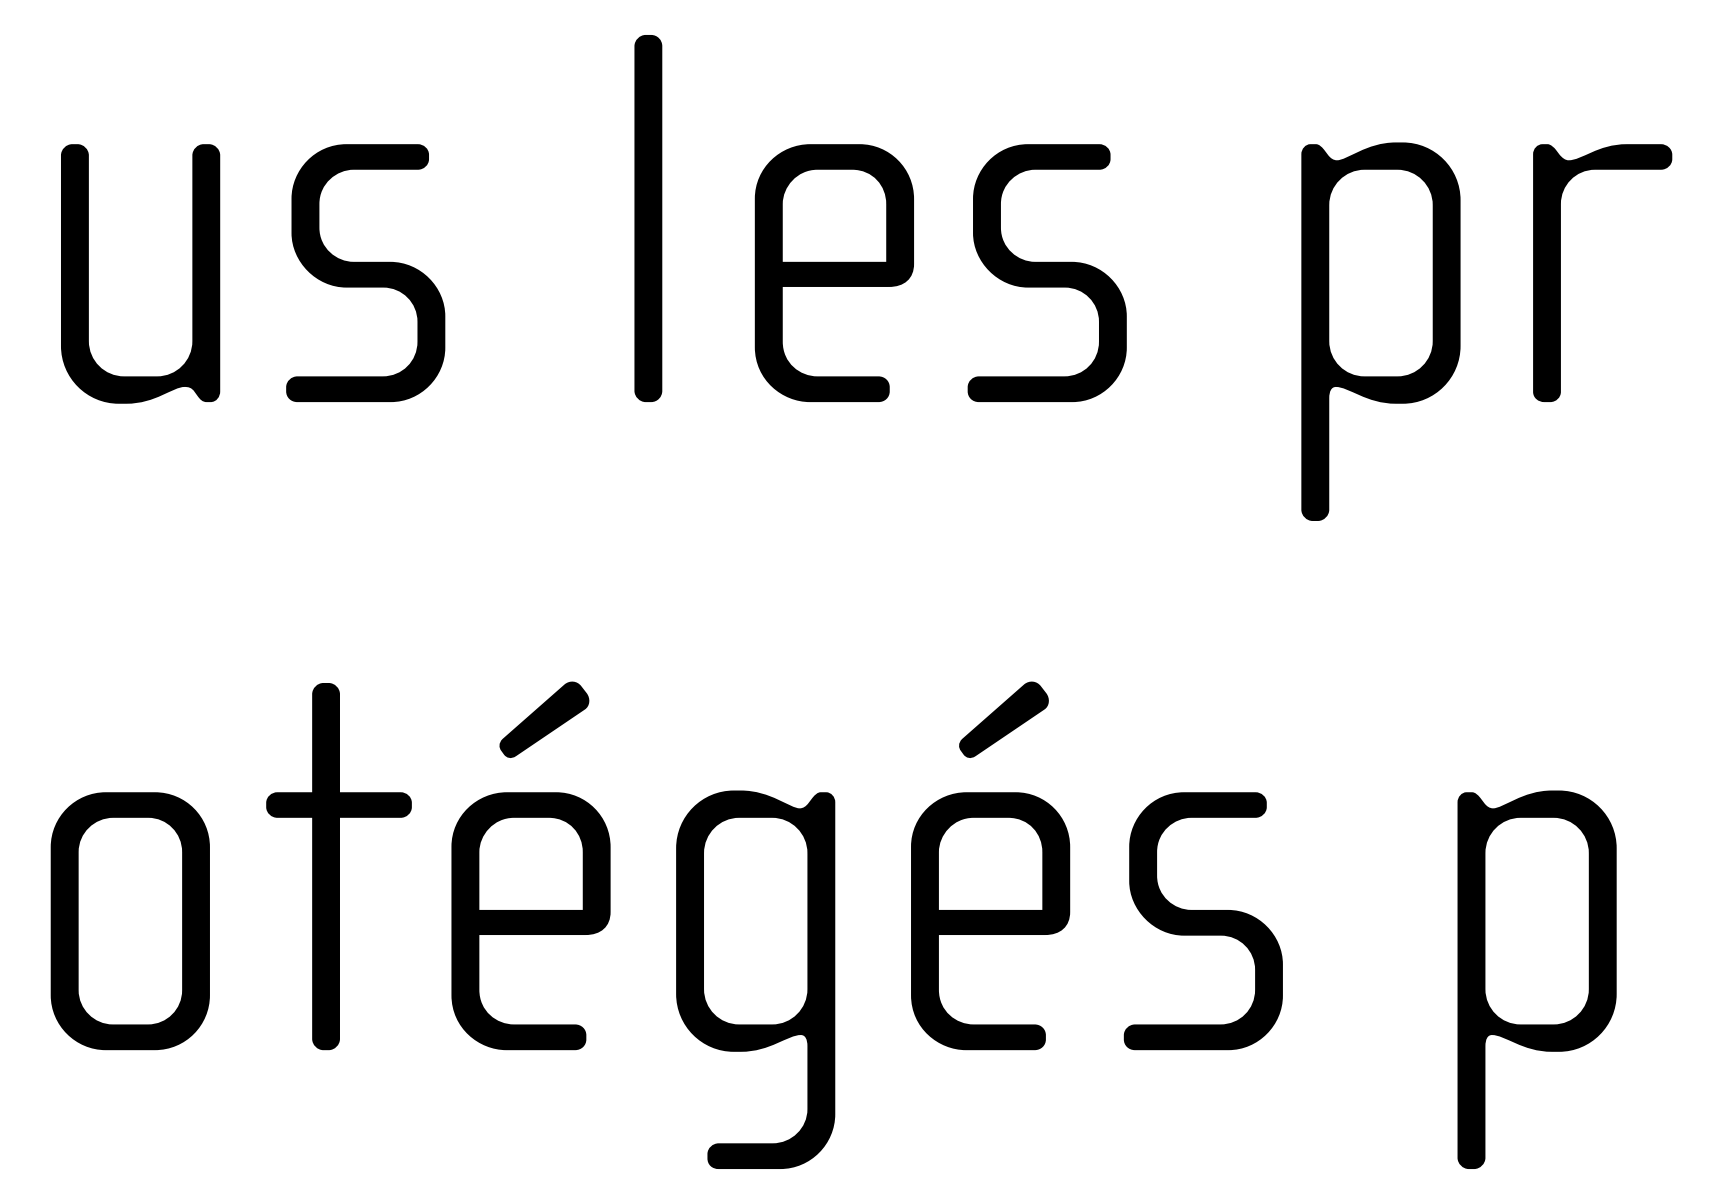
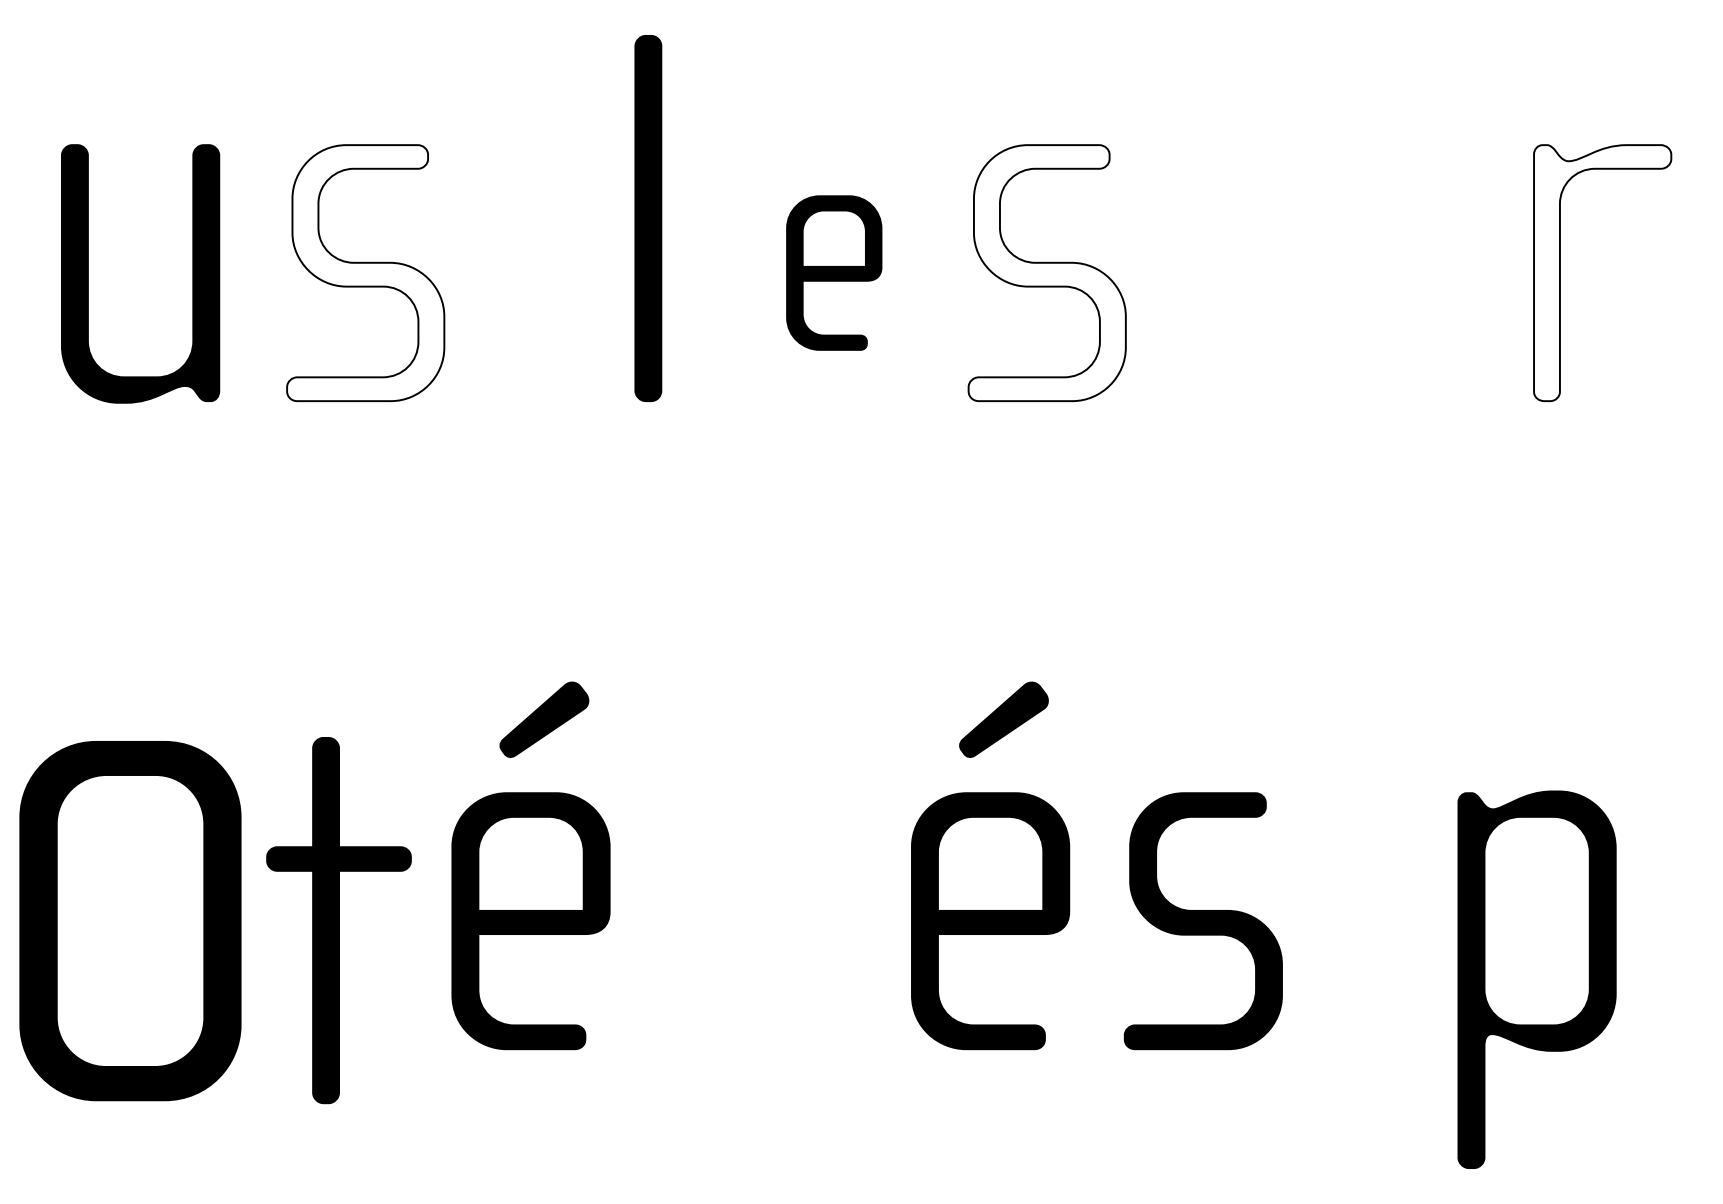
part at (833, 272) size: 160x258 px -> 97x156 px
fill at (365, 273): present -> none
fill at (1046, 273): present -> none
fill at (1602, 273): present -> none
part at (1380, 331): present -> none
part at (338, 866) position: (338, 866) -> (338, 920)
part at (129, 921) size: 160x259 px -> 223x361 px
part at (755, 979): present -> none
